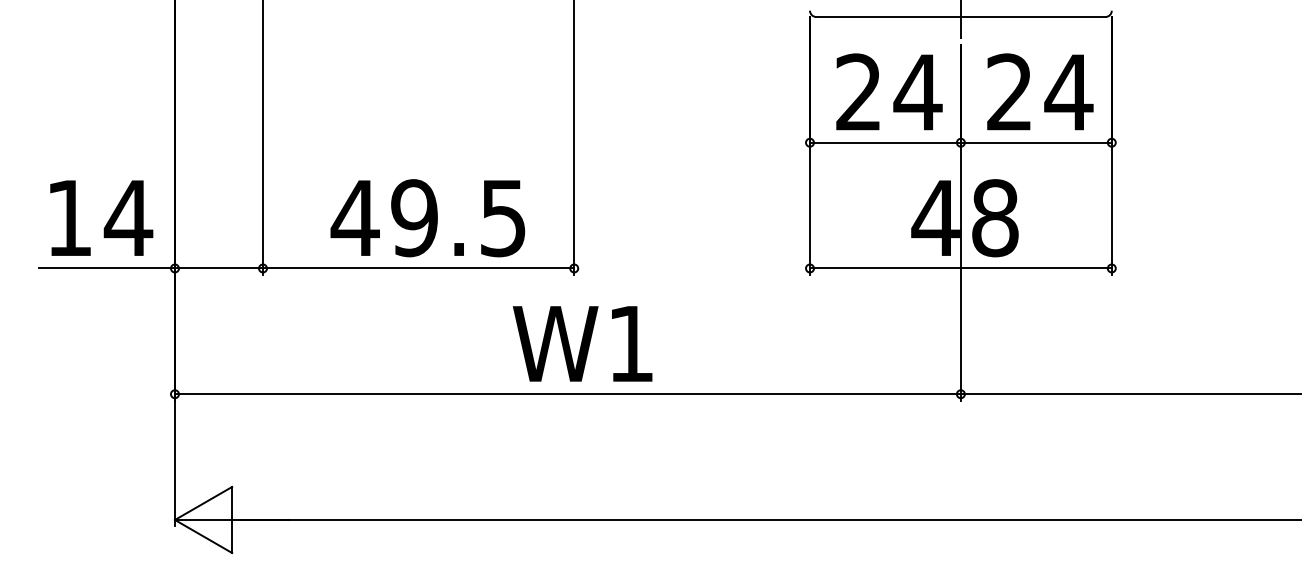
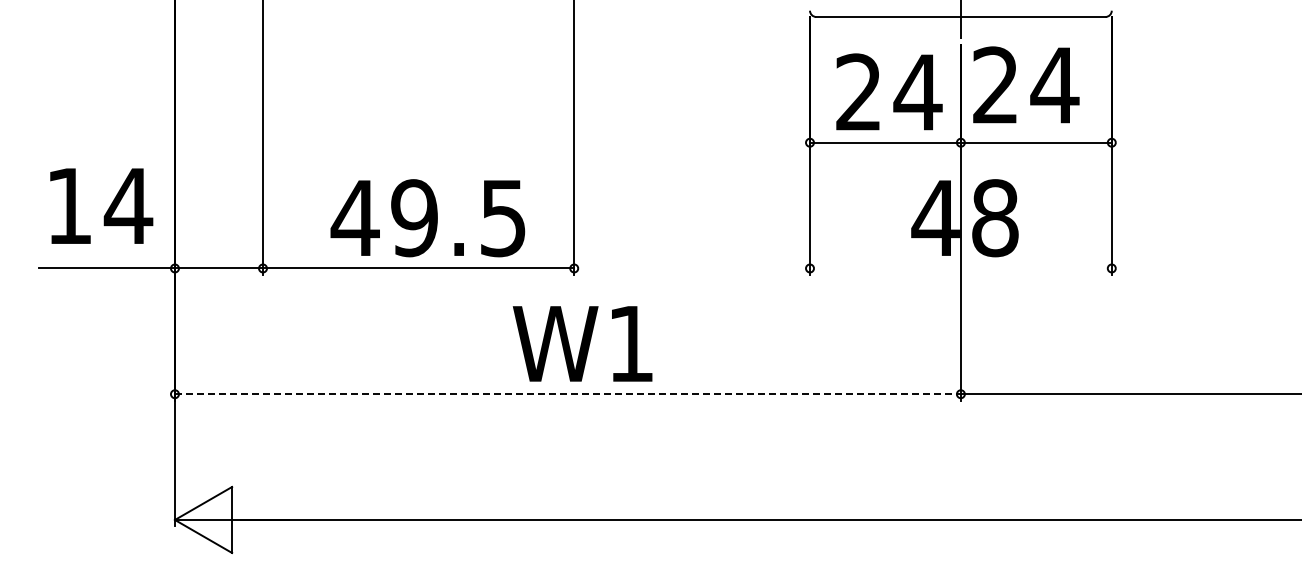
text at (1040, 91) position: (1040, 91) -> (1026, 84)
text at (101, 217) position: (101, 217) -> (101, 205)
line at (960, 268): present -> none
line at (567, 394): solid -> dashed
